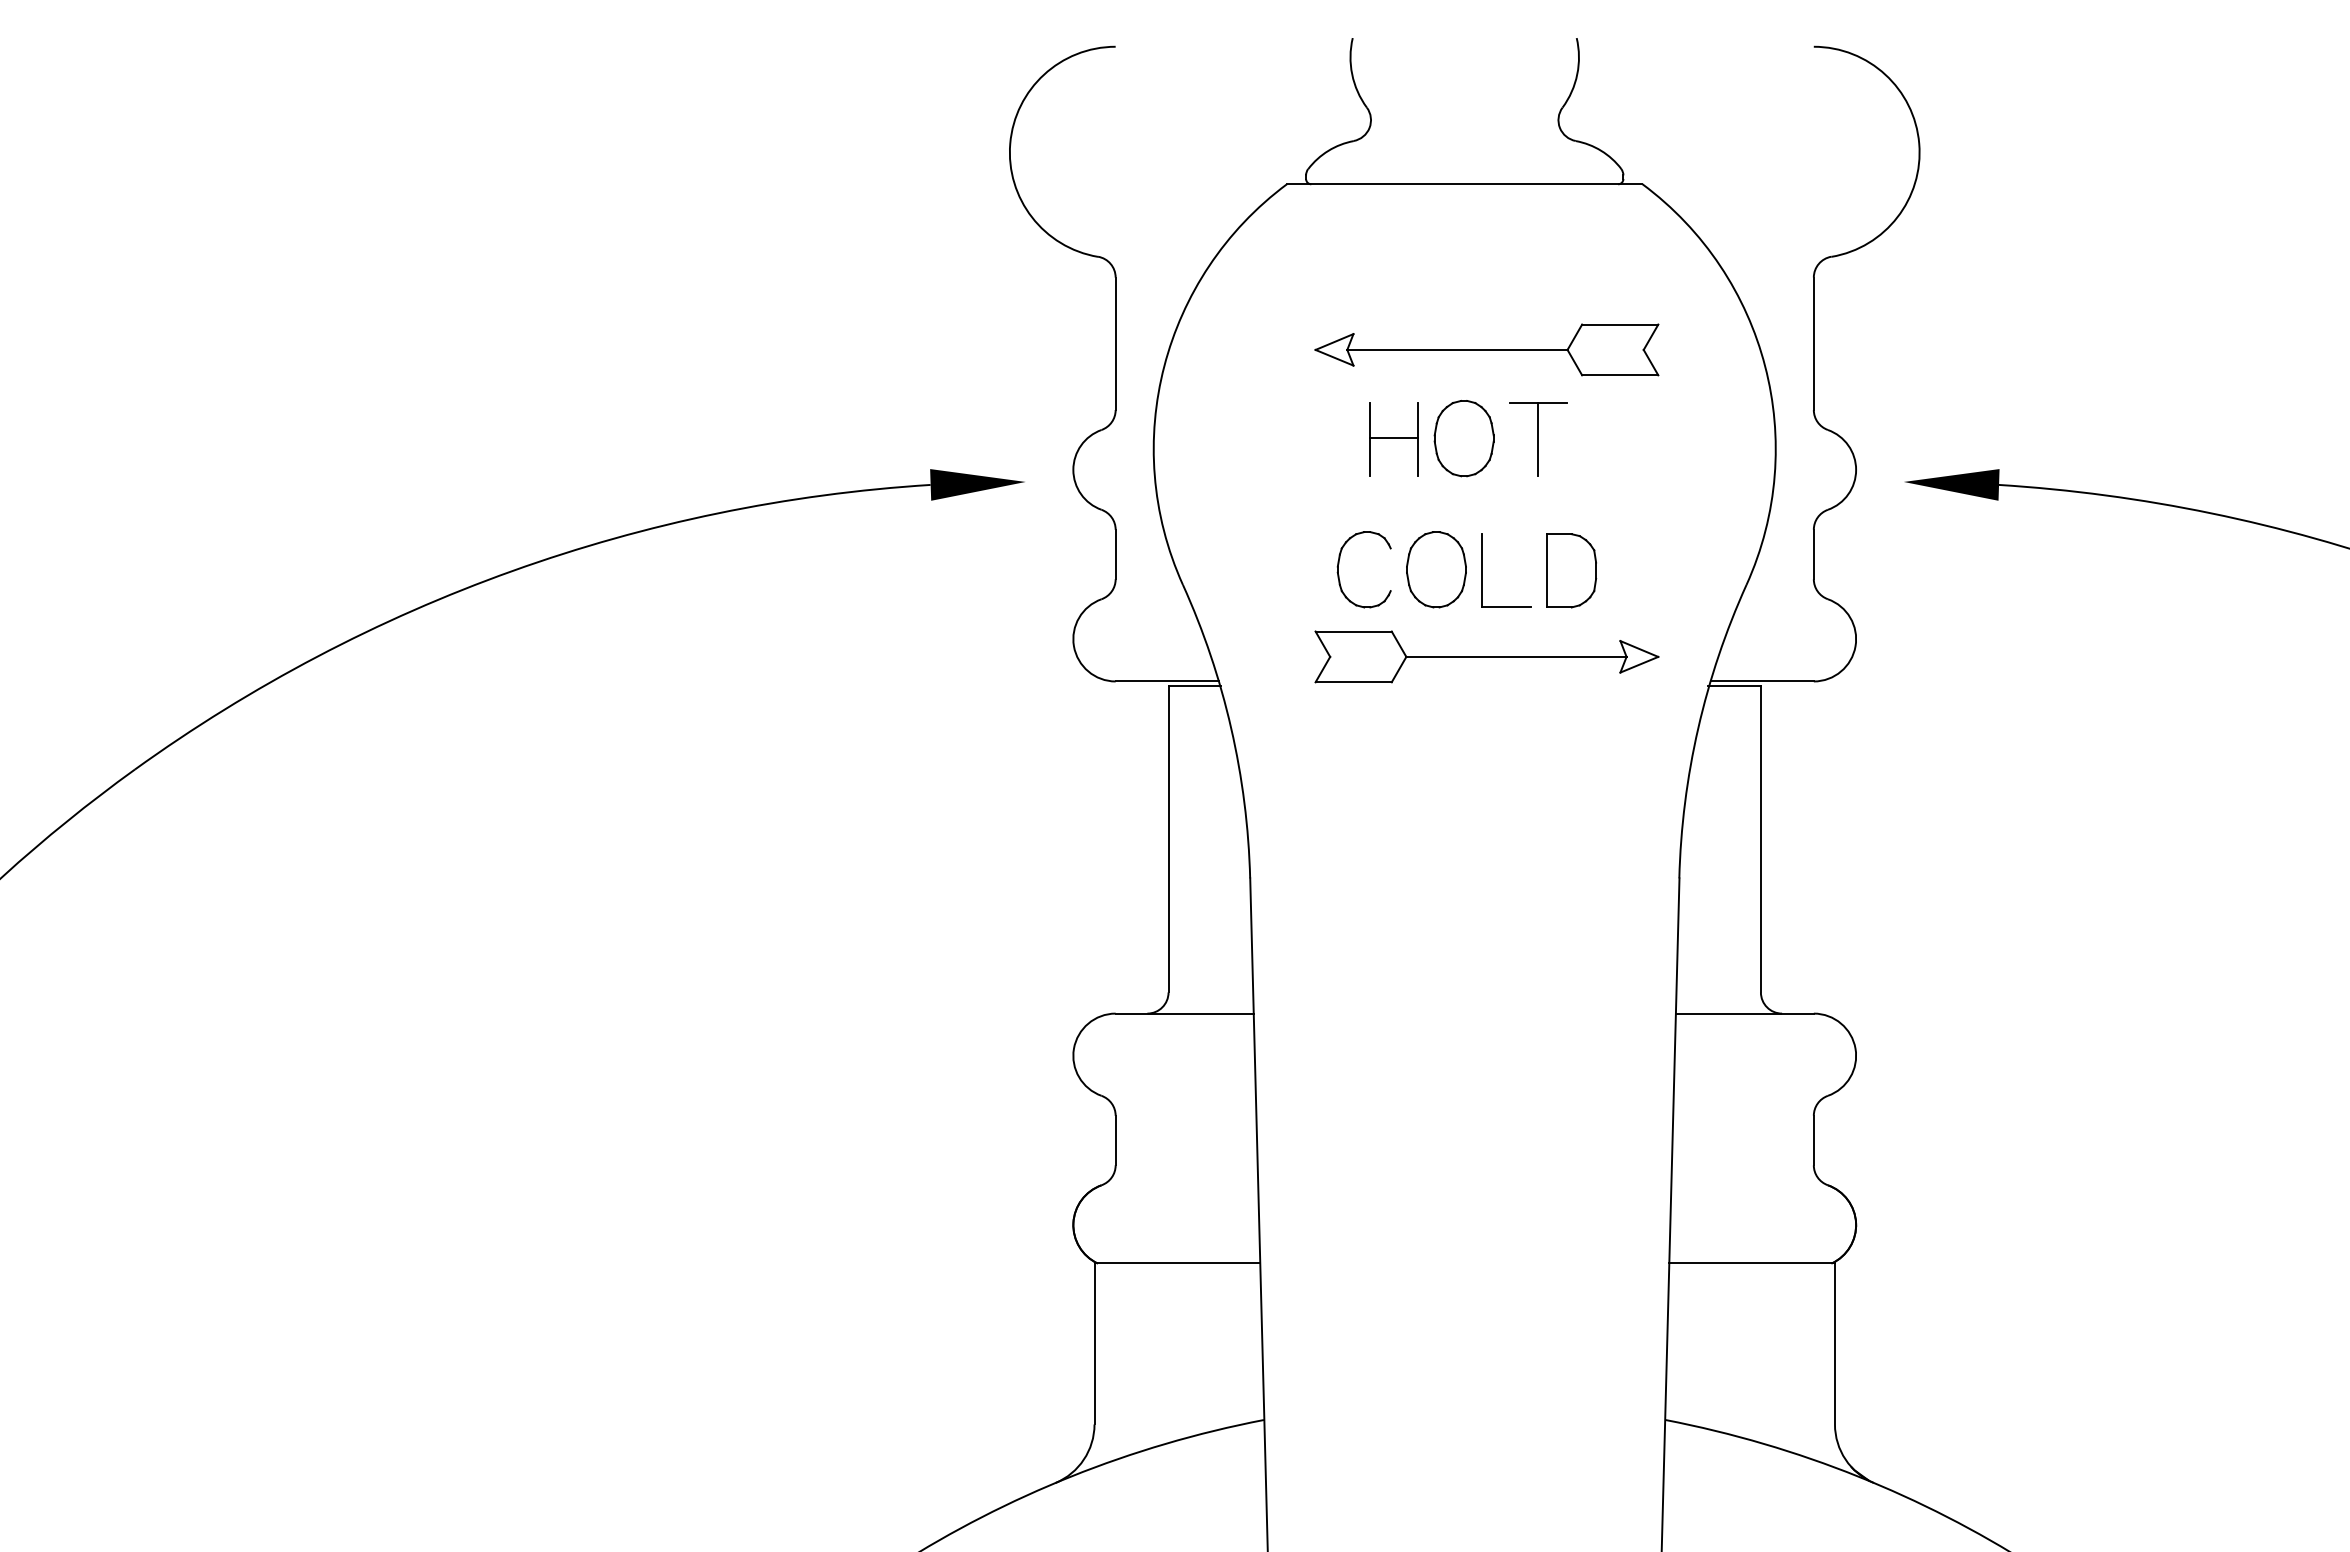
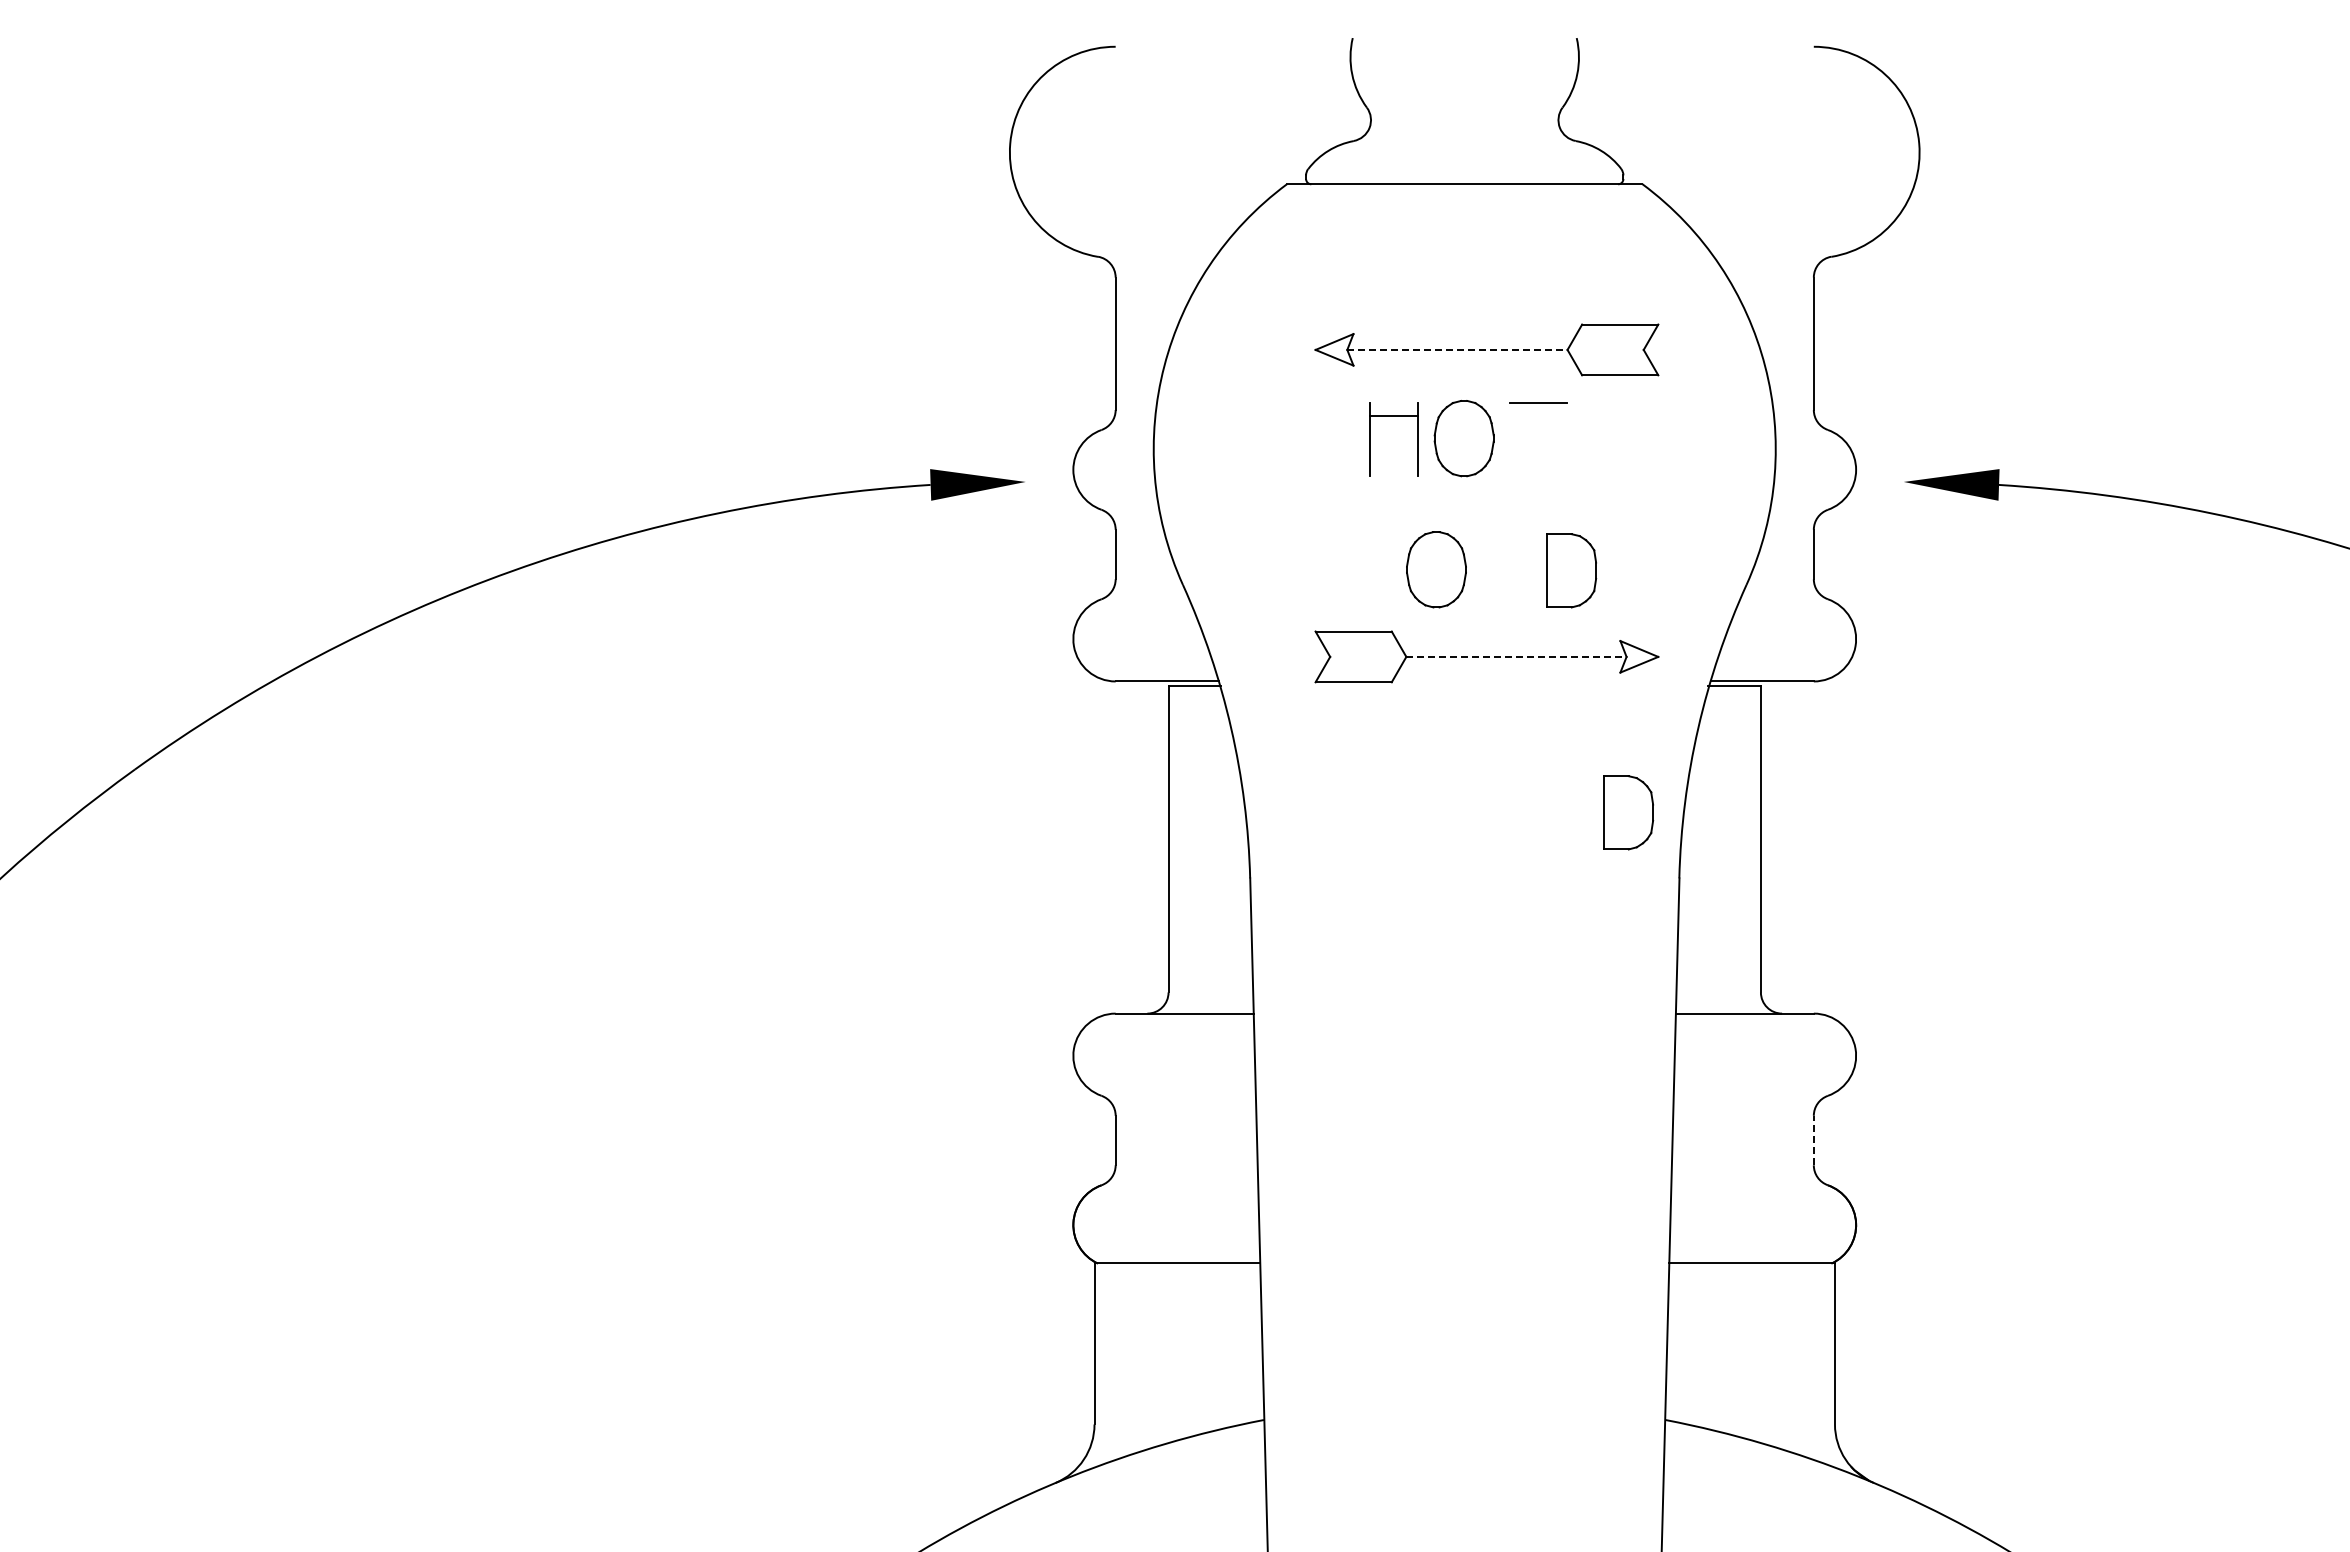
line at (1457, 349): solid -> dashed
line at (1393, 437) position: (1393, 437) -> (1393, 415)
line at (1538, 439): present -> none
part at (1339, 564): present -> none
part at (1482, 570): present -> none
line at (1516, 656): solid -> dashed
part at (1628, 812): none -> present
line at (1813, 1140): solid -> dashed
